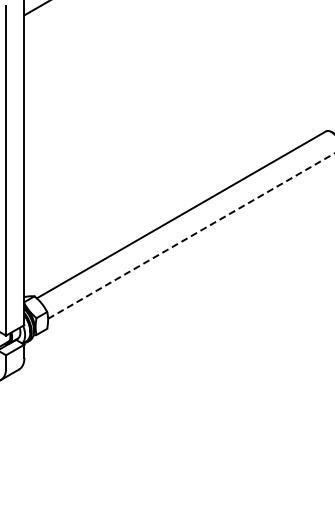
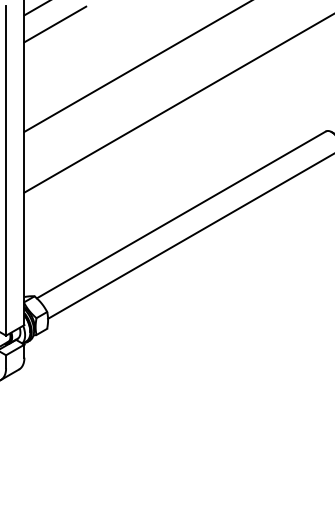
line at (55, 24): none -> present
line at (136, 66): none -> present
line at (177, 103): none -> present
line at (191, 236): dashed -> solid
